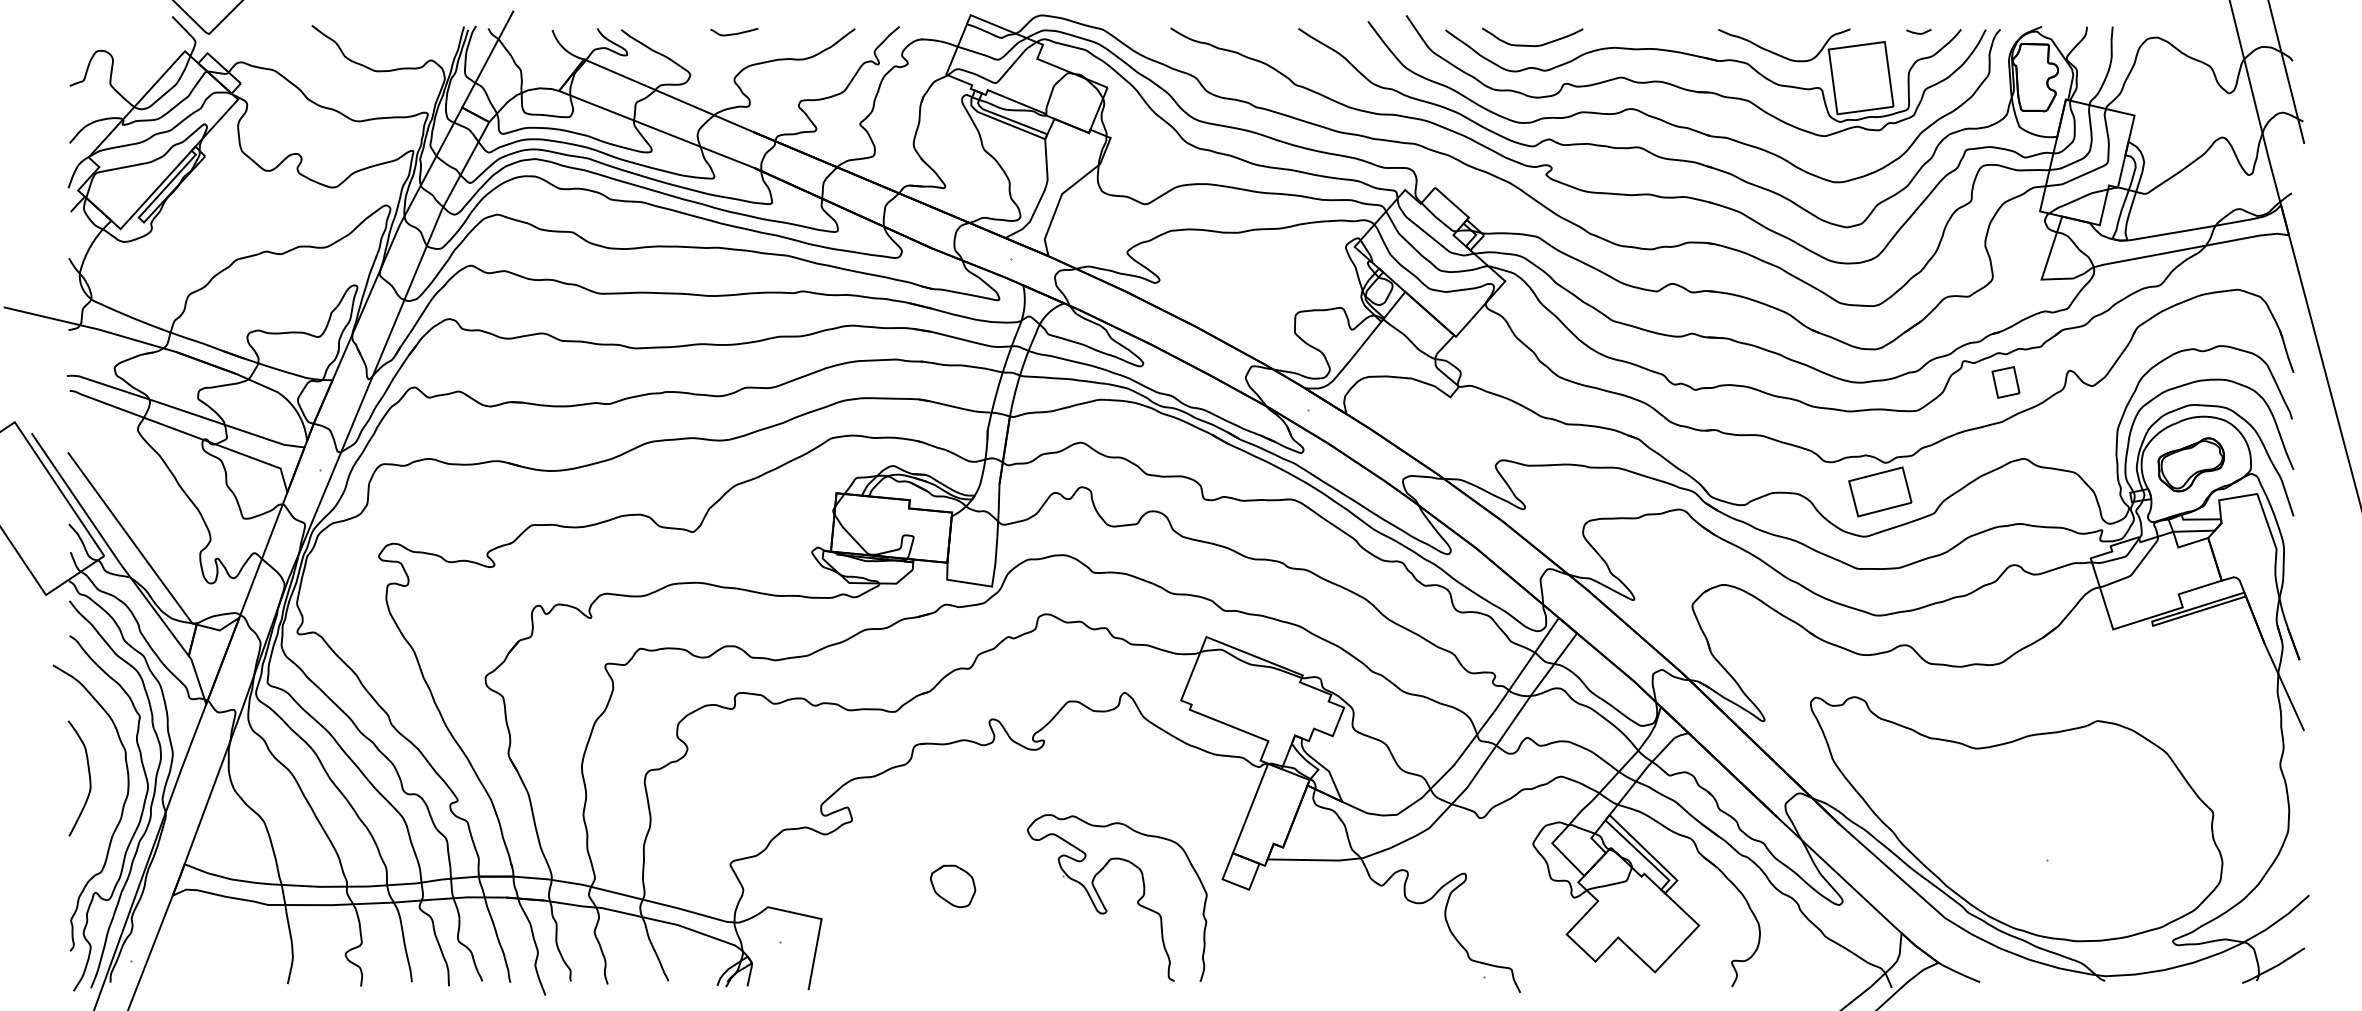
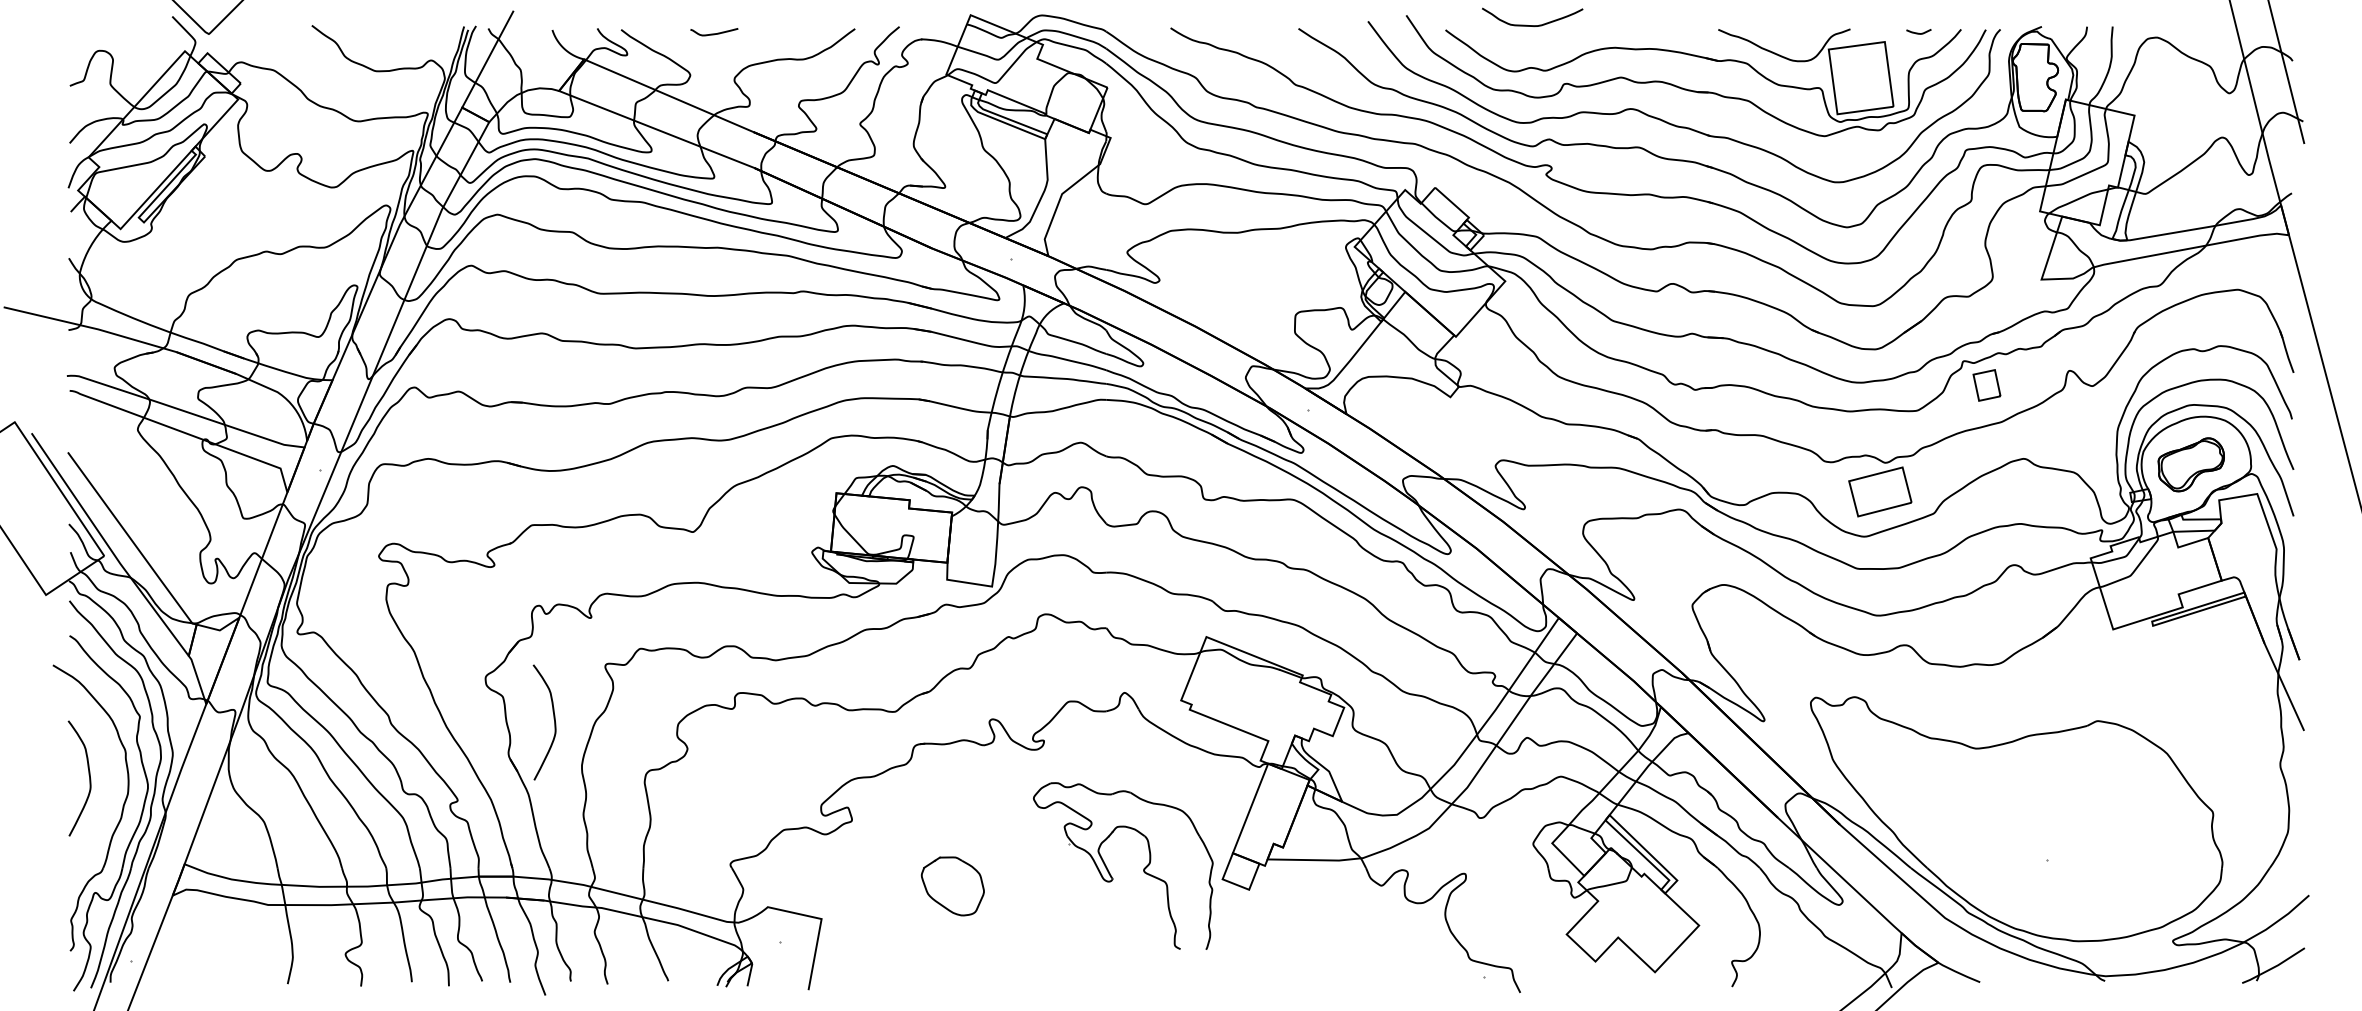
curve at (734, 33) position: (734, 33) -> (714, 33)
curve at (1532, 45) position: (1532, 45) -> (1532, 25)
part at (2005, 382) position: (2005, 382) -> (1986, 385)
curve at (553, 719): none -> present
part at (953, 886) size: 47x45 px -> 65x61 px
part at (1103, 903) position: (1103, 903) -> (1109, 871)
